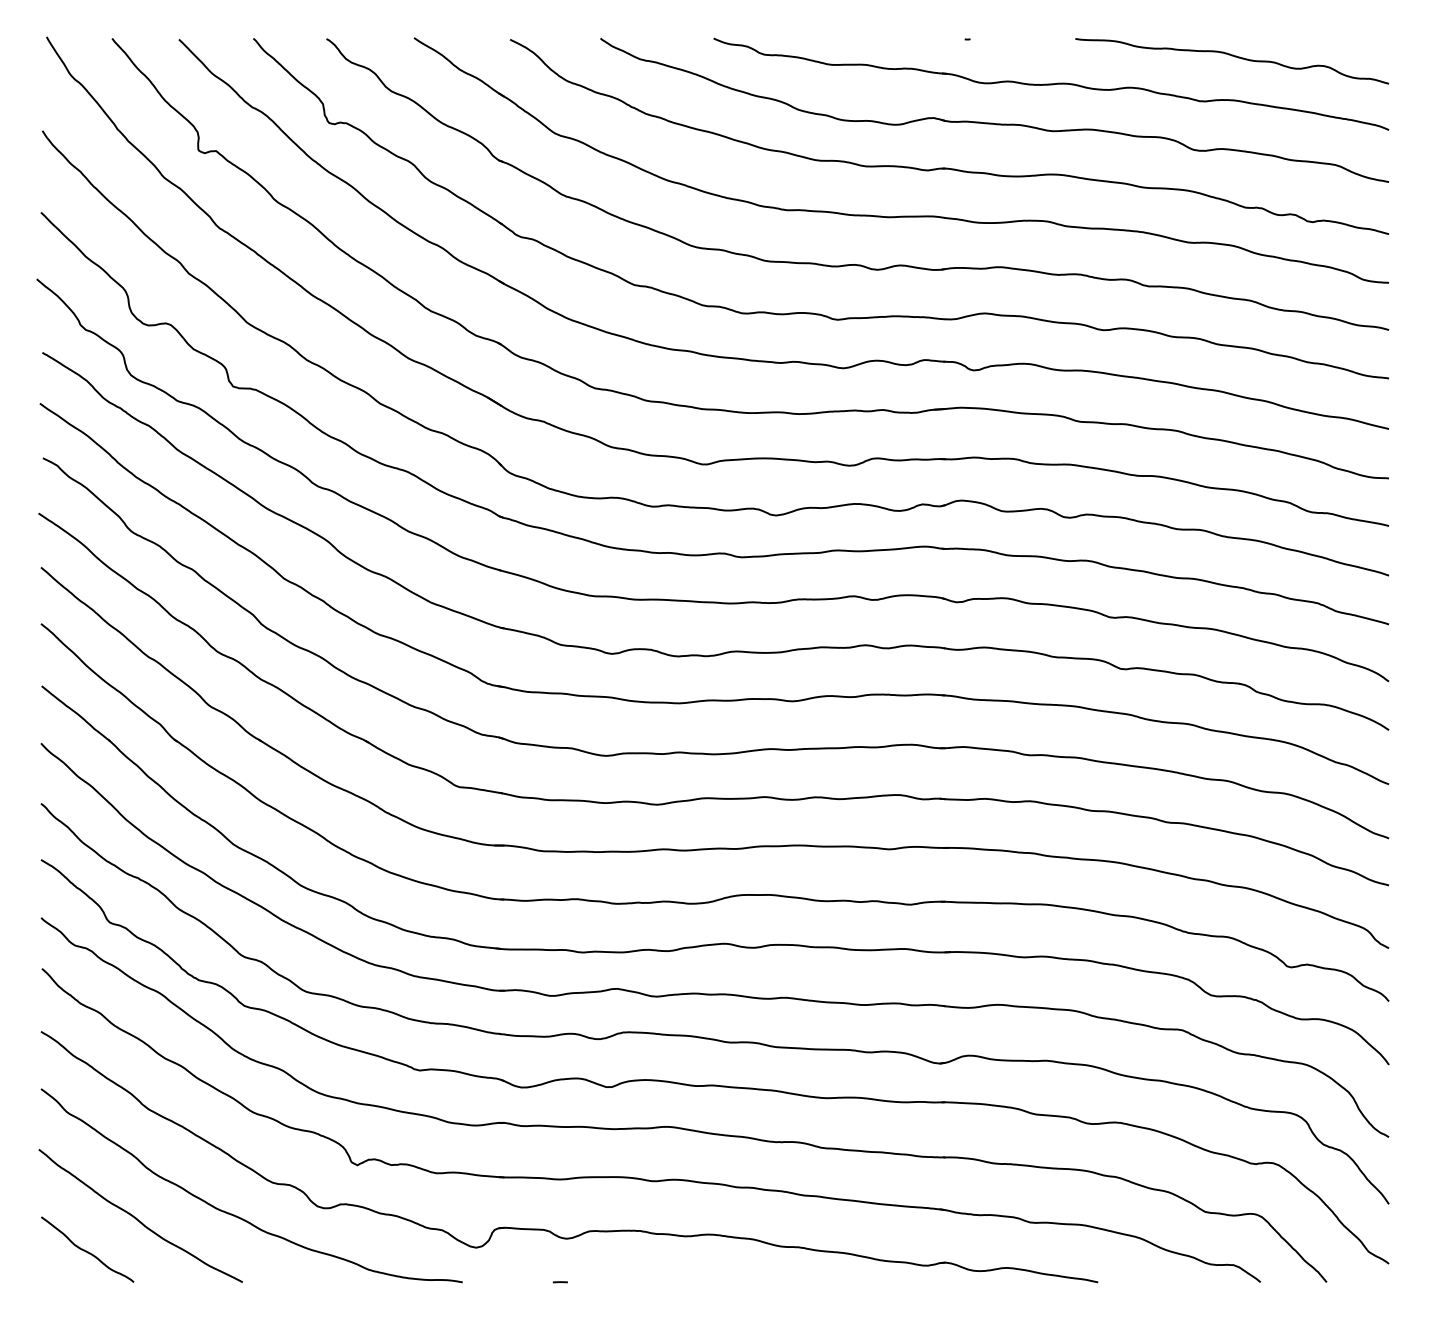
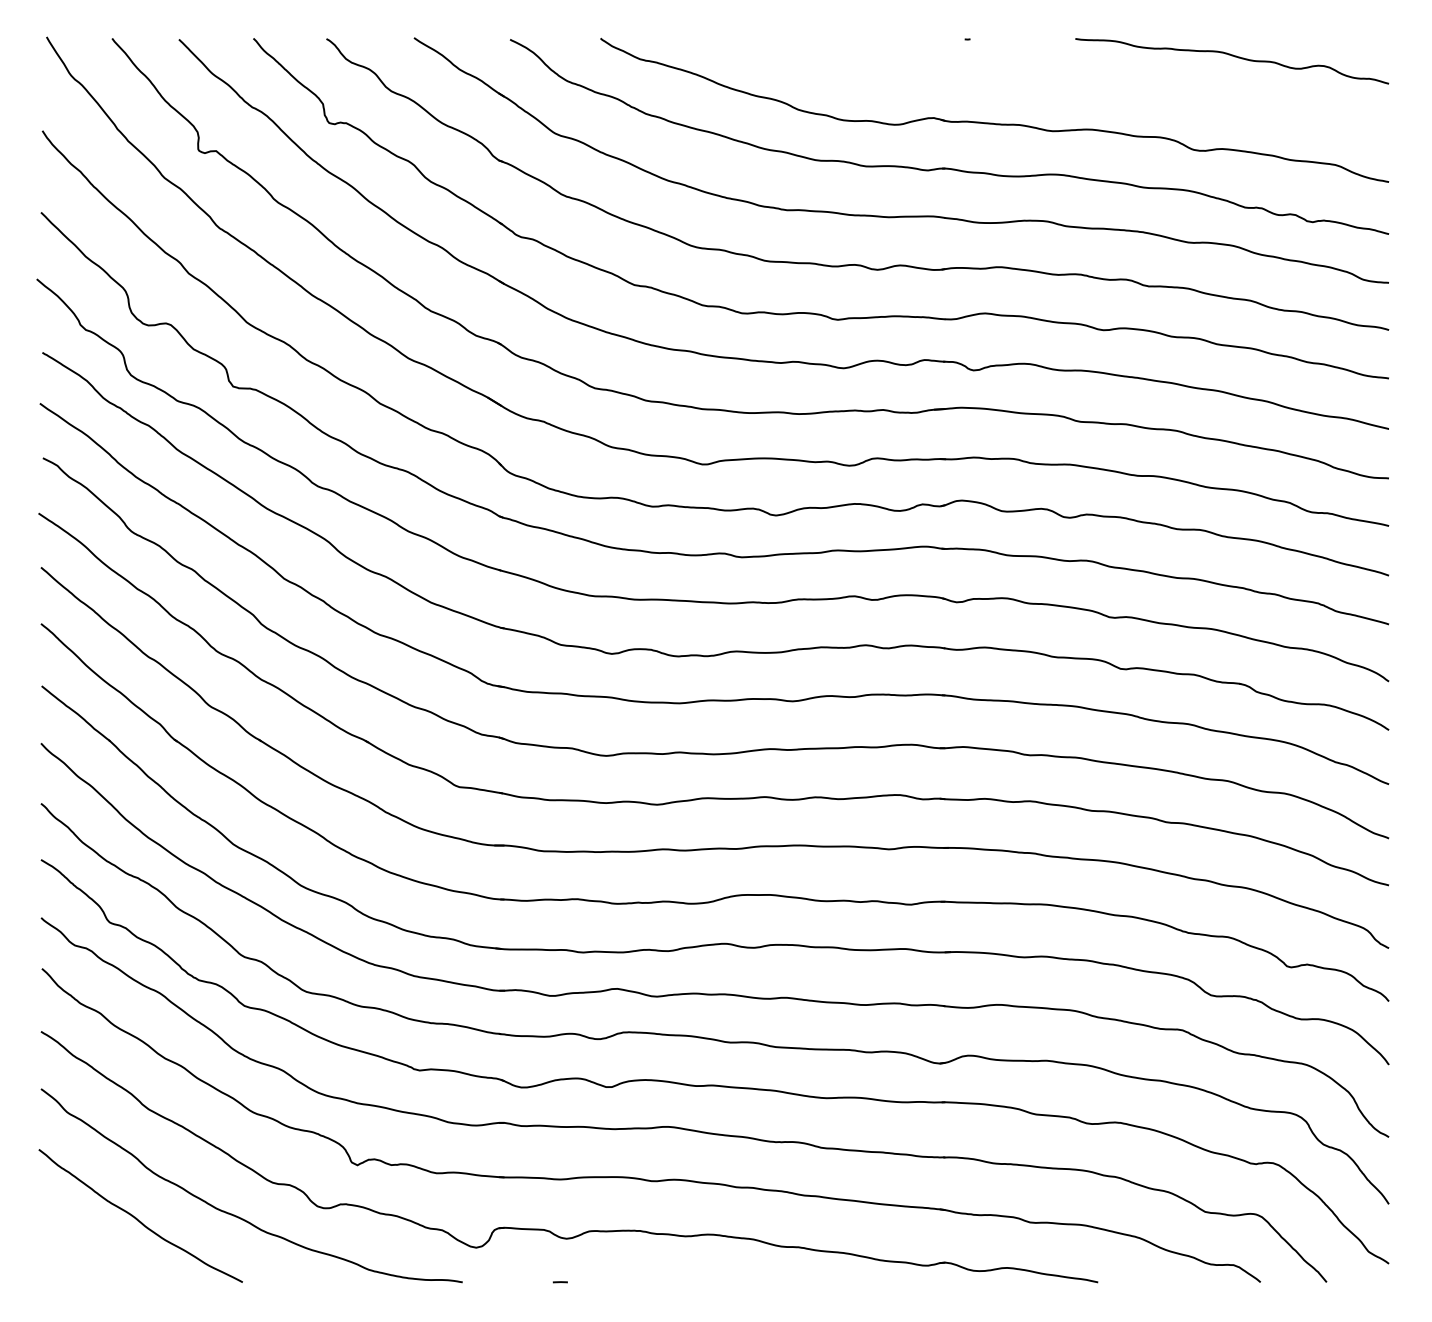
part at (1051, 83): present -> none
curve at (86, 1250): present -> none
